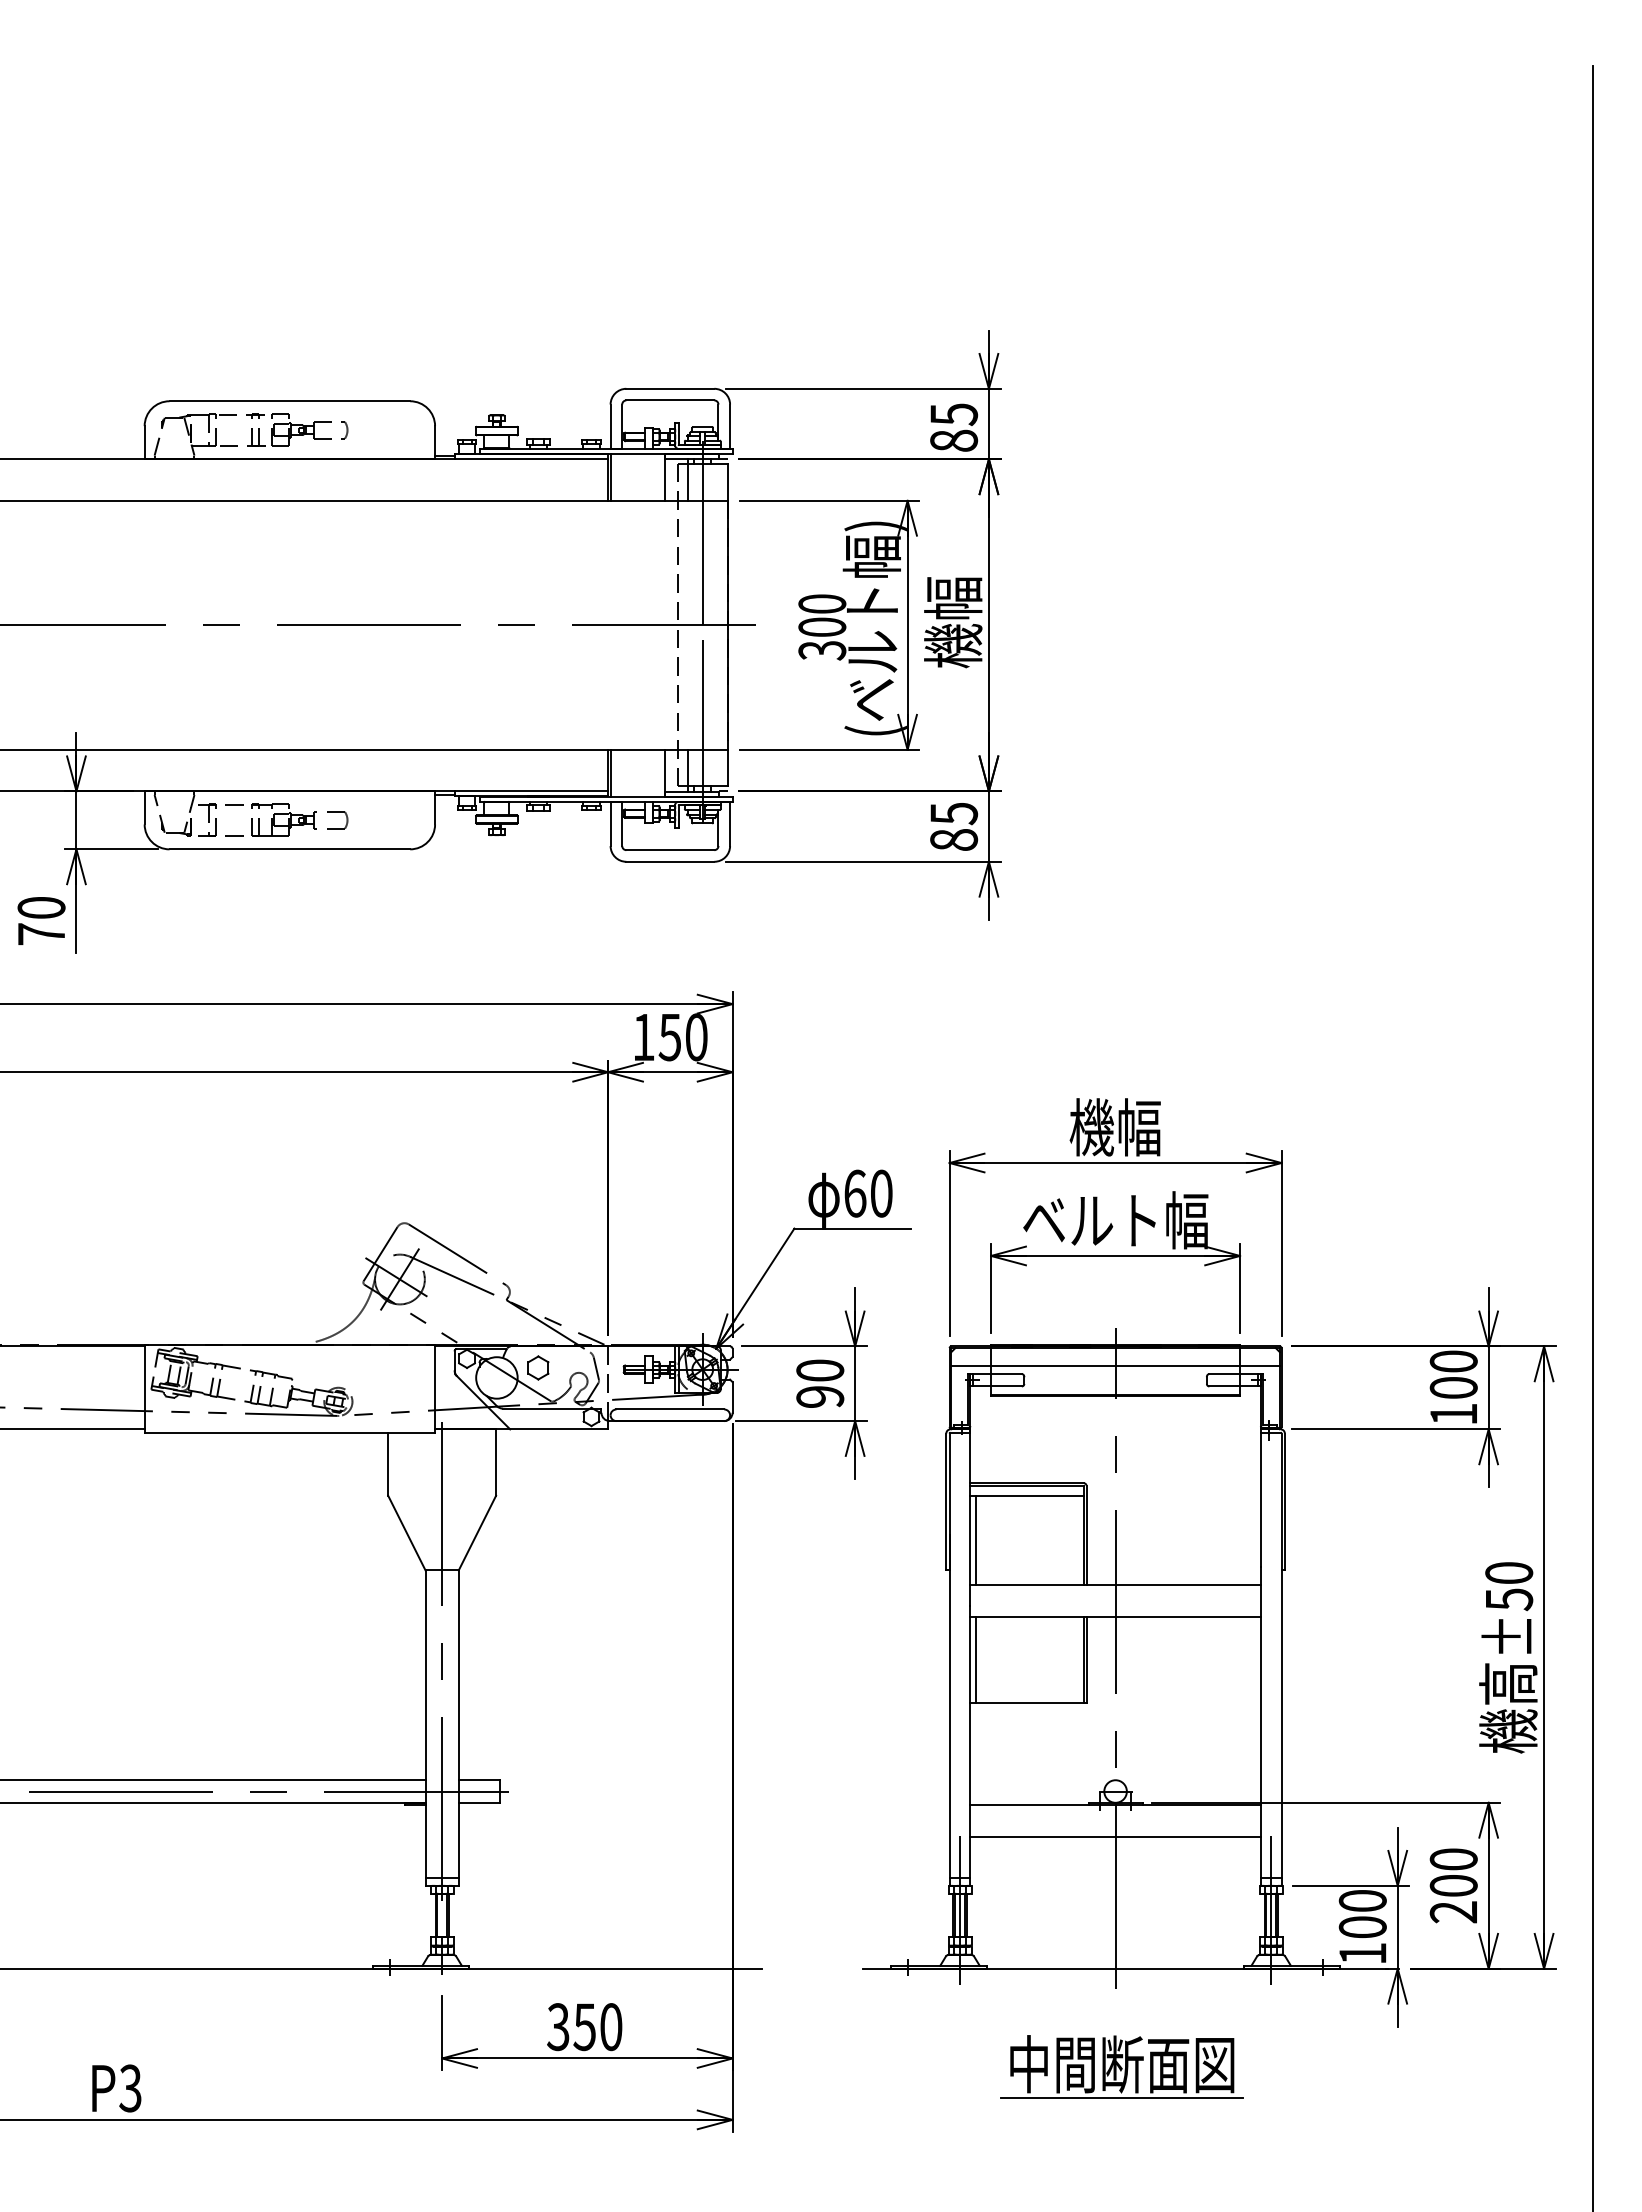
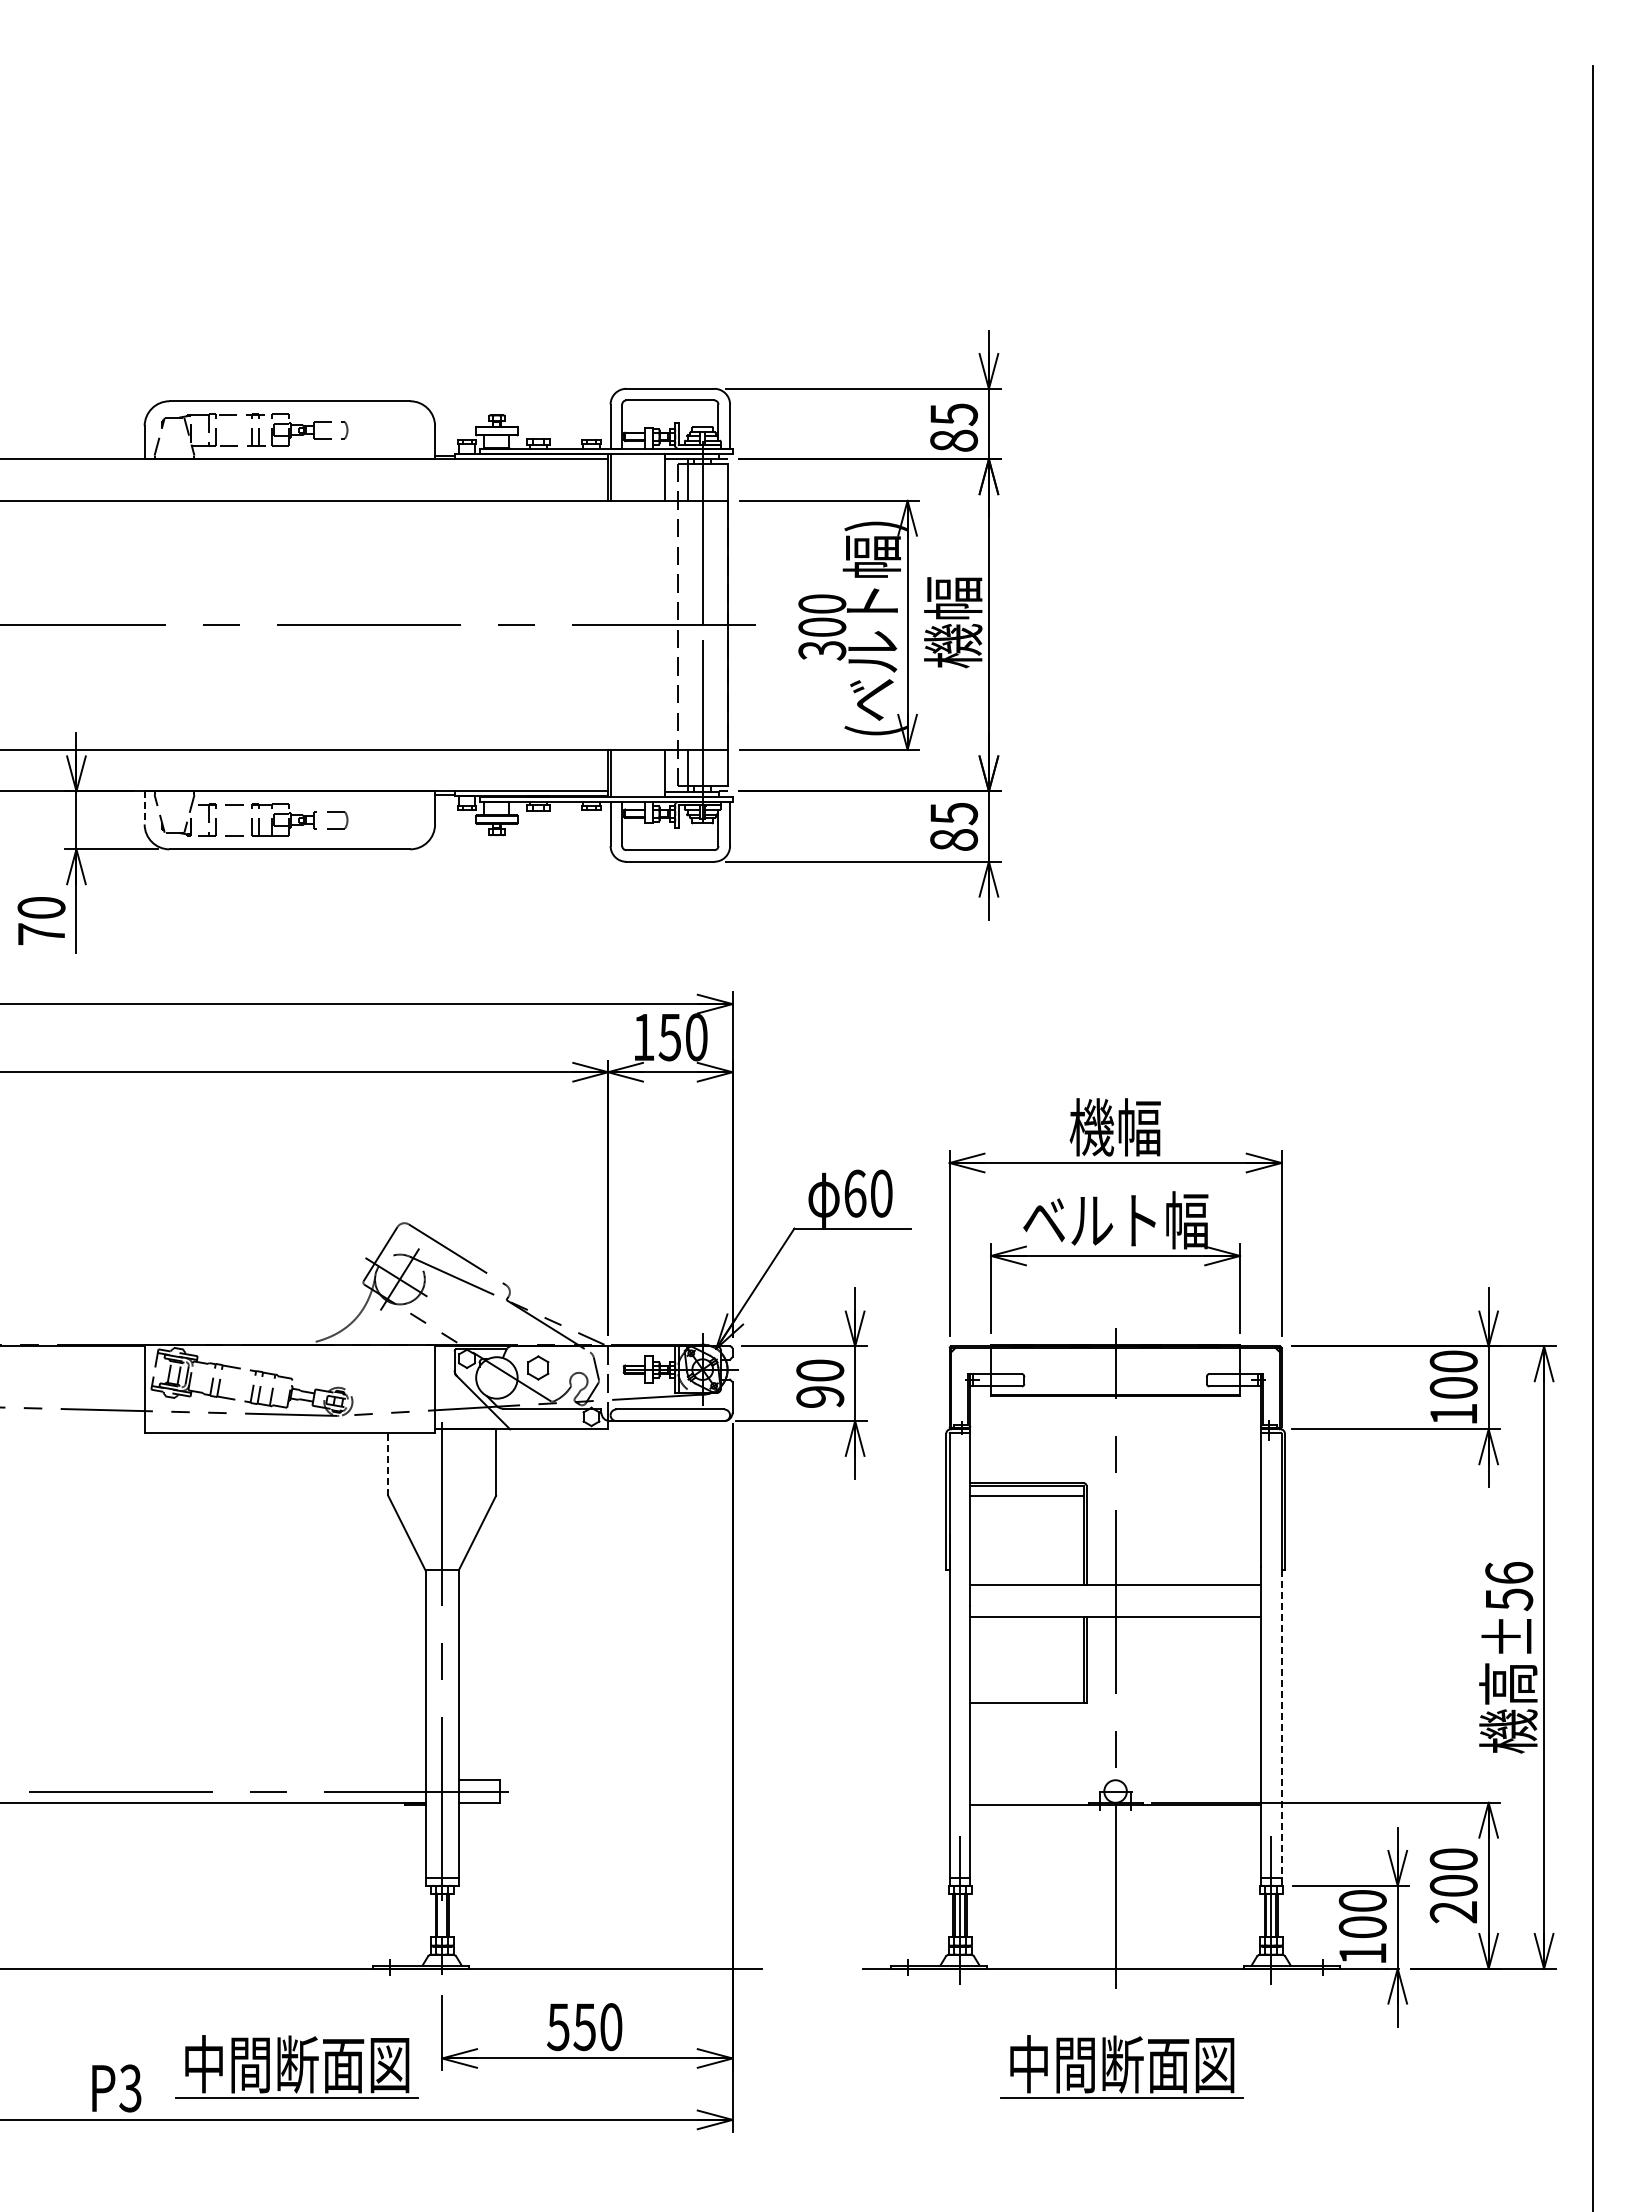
line at (144, 807): solid -> dashed
line at (1115, 1366): present -> none
line at (73, 1429): present -> none
line at (388, 1463): solid -> dashed
line at (976, 1540): present -> none
text at (1509, 1572): ±50 -> ±56
line at (976, 1659): present -> none
line at (1281, 1728): solid -> dashed
line at (213, 1780): present -> none
line at (1115, 1836): present -> none
text at (558, 2026): 350 -> 550
part at (296, 2066): none -> present
